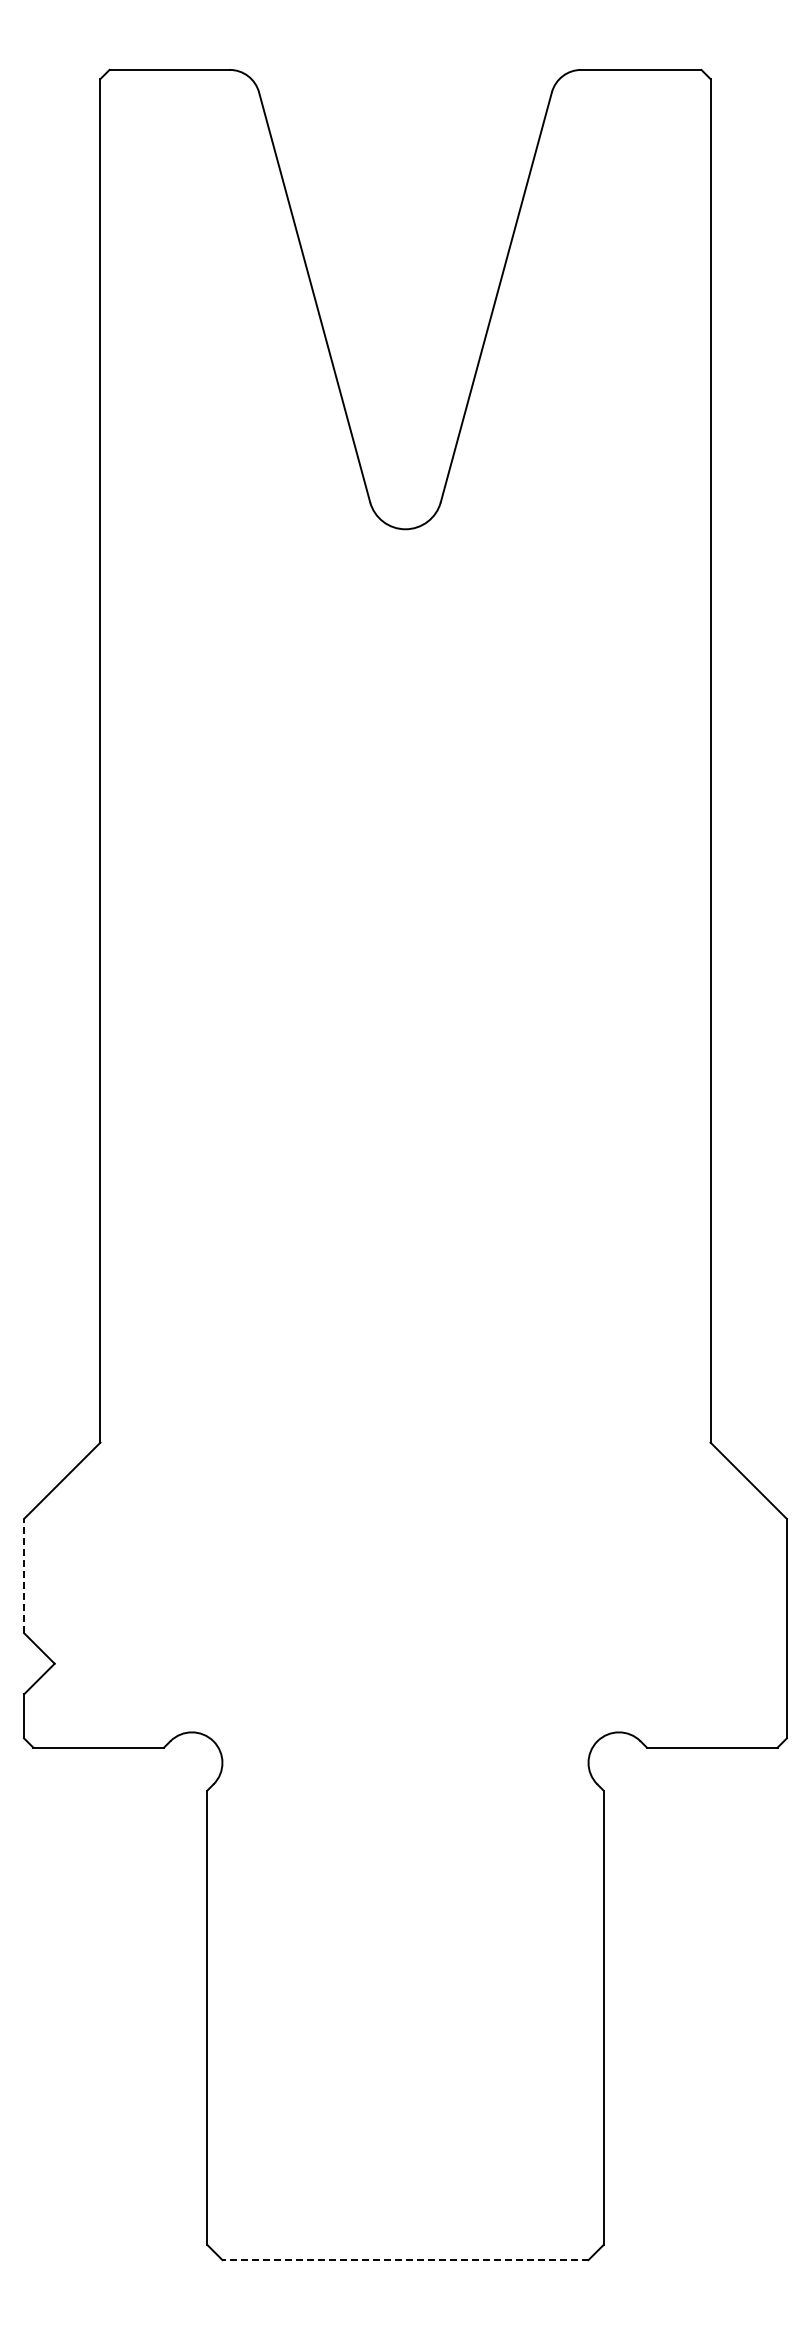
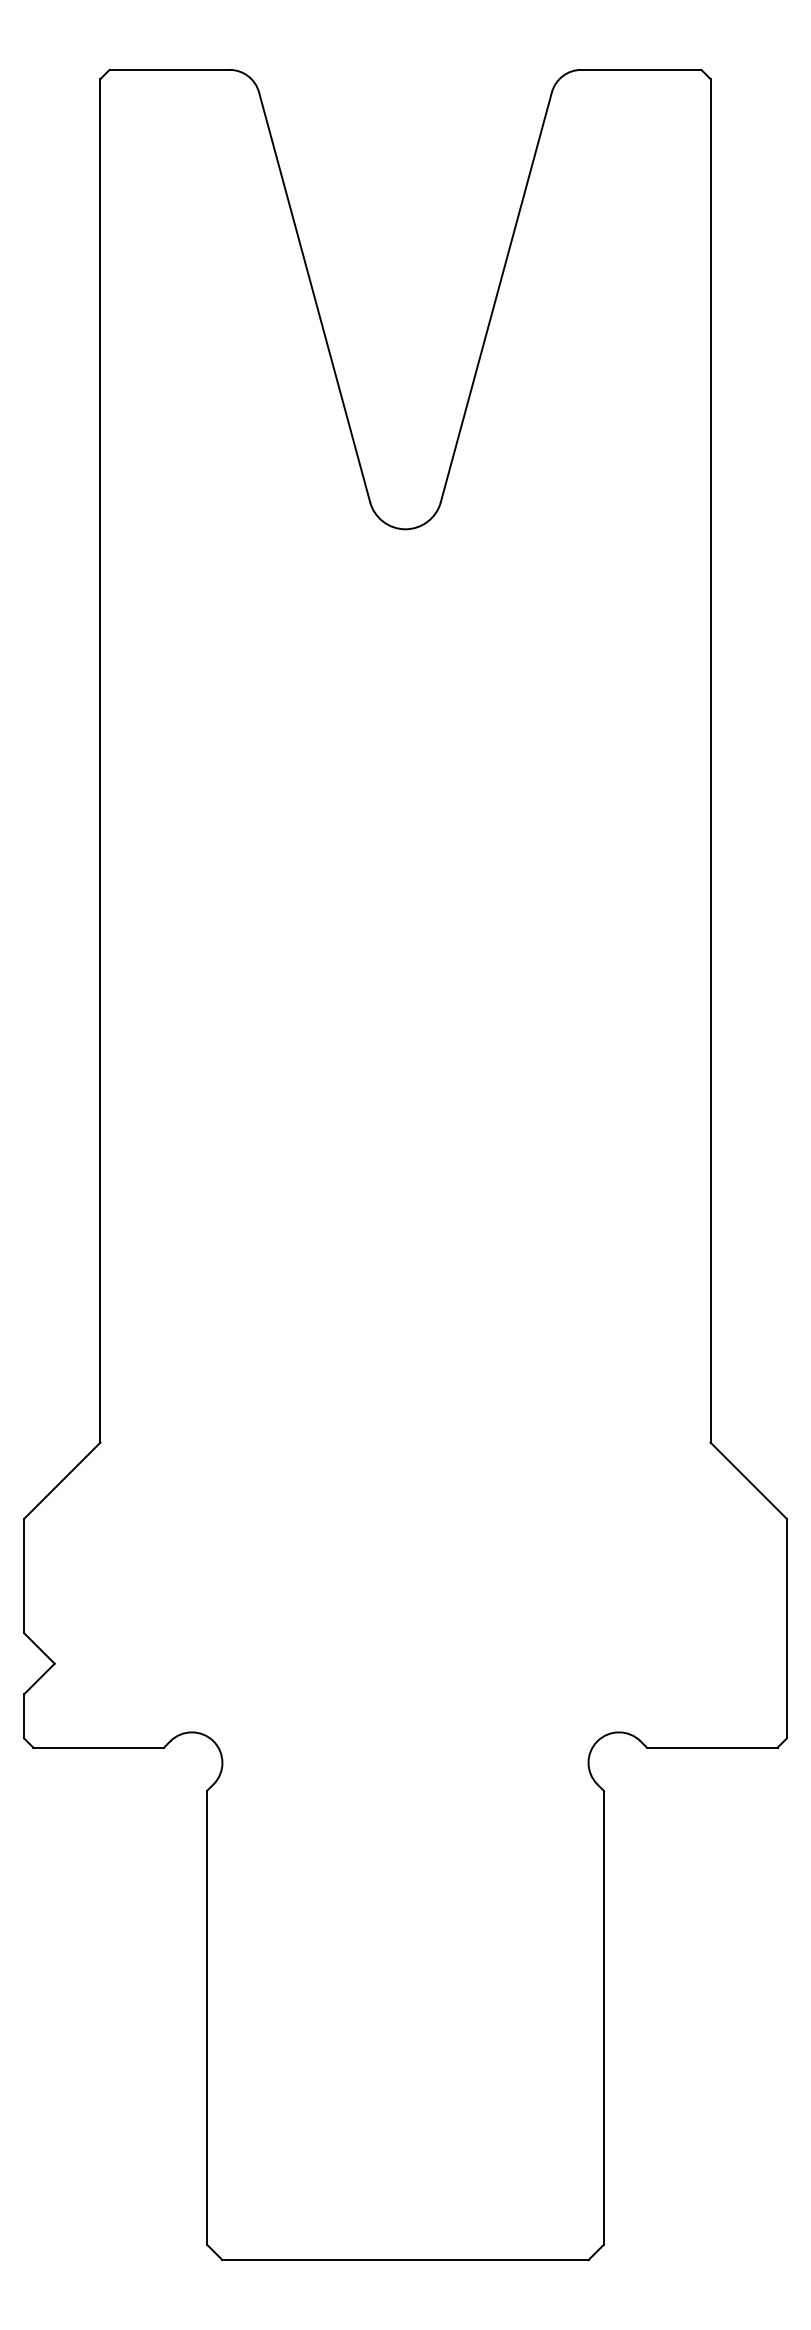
line at (24, 1575): dashed -> solid
line at (405, 2260): dashed -> solid
